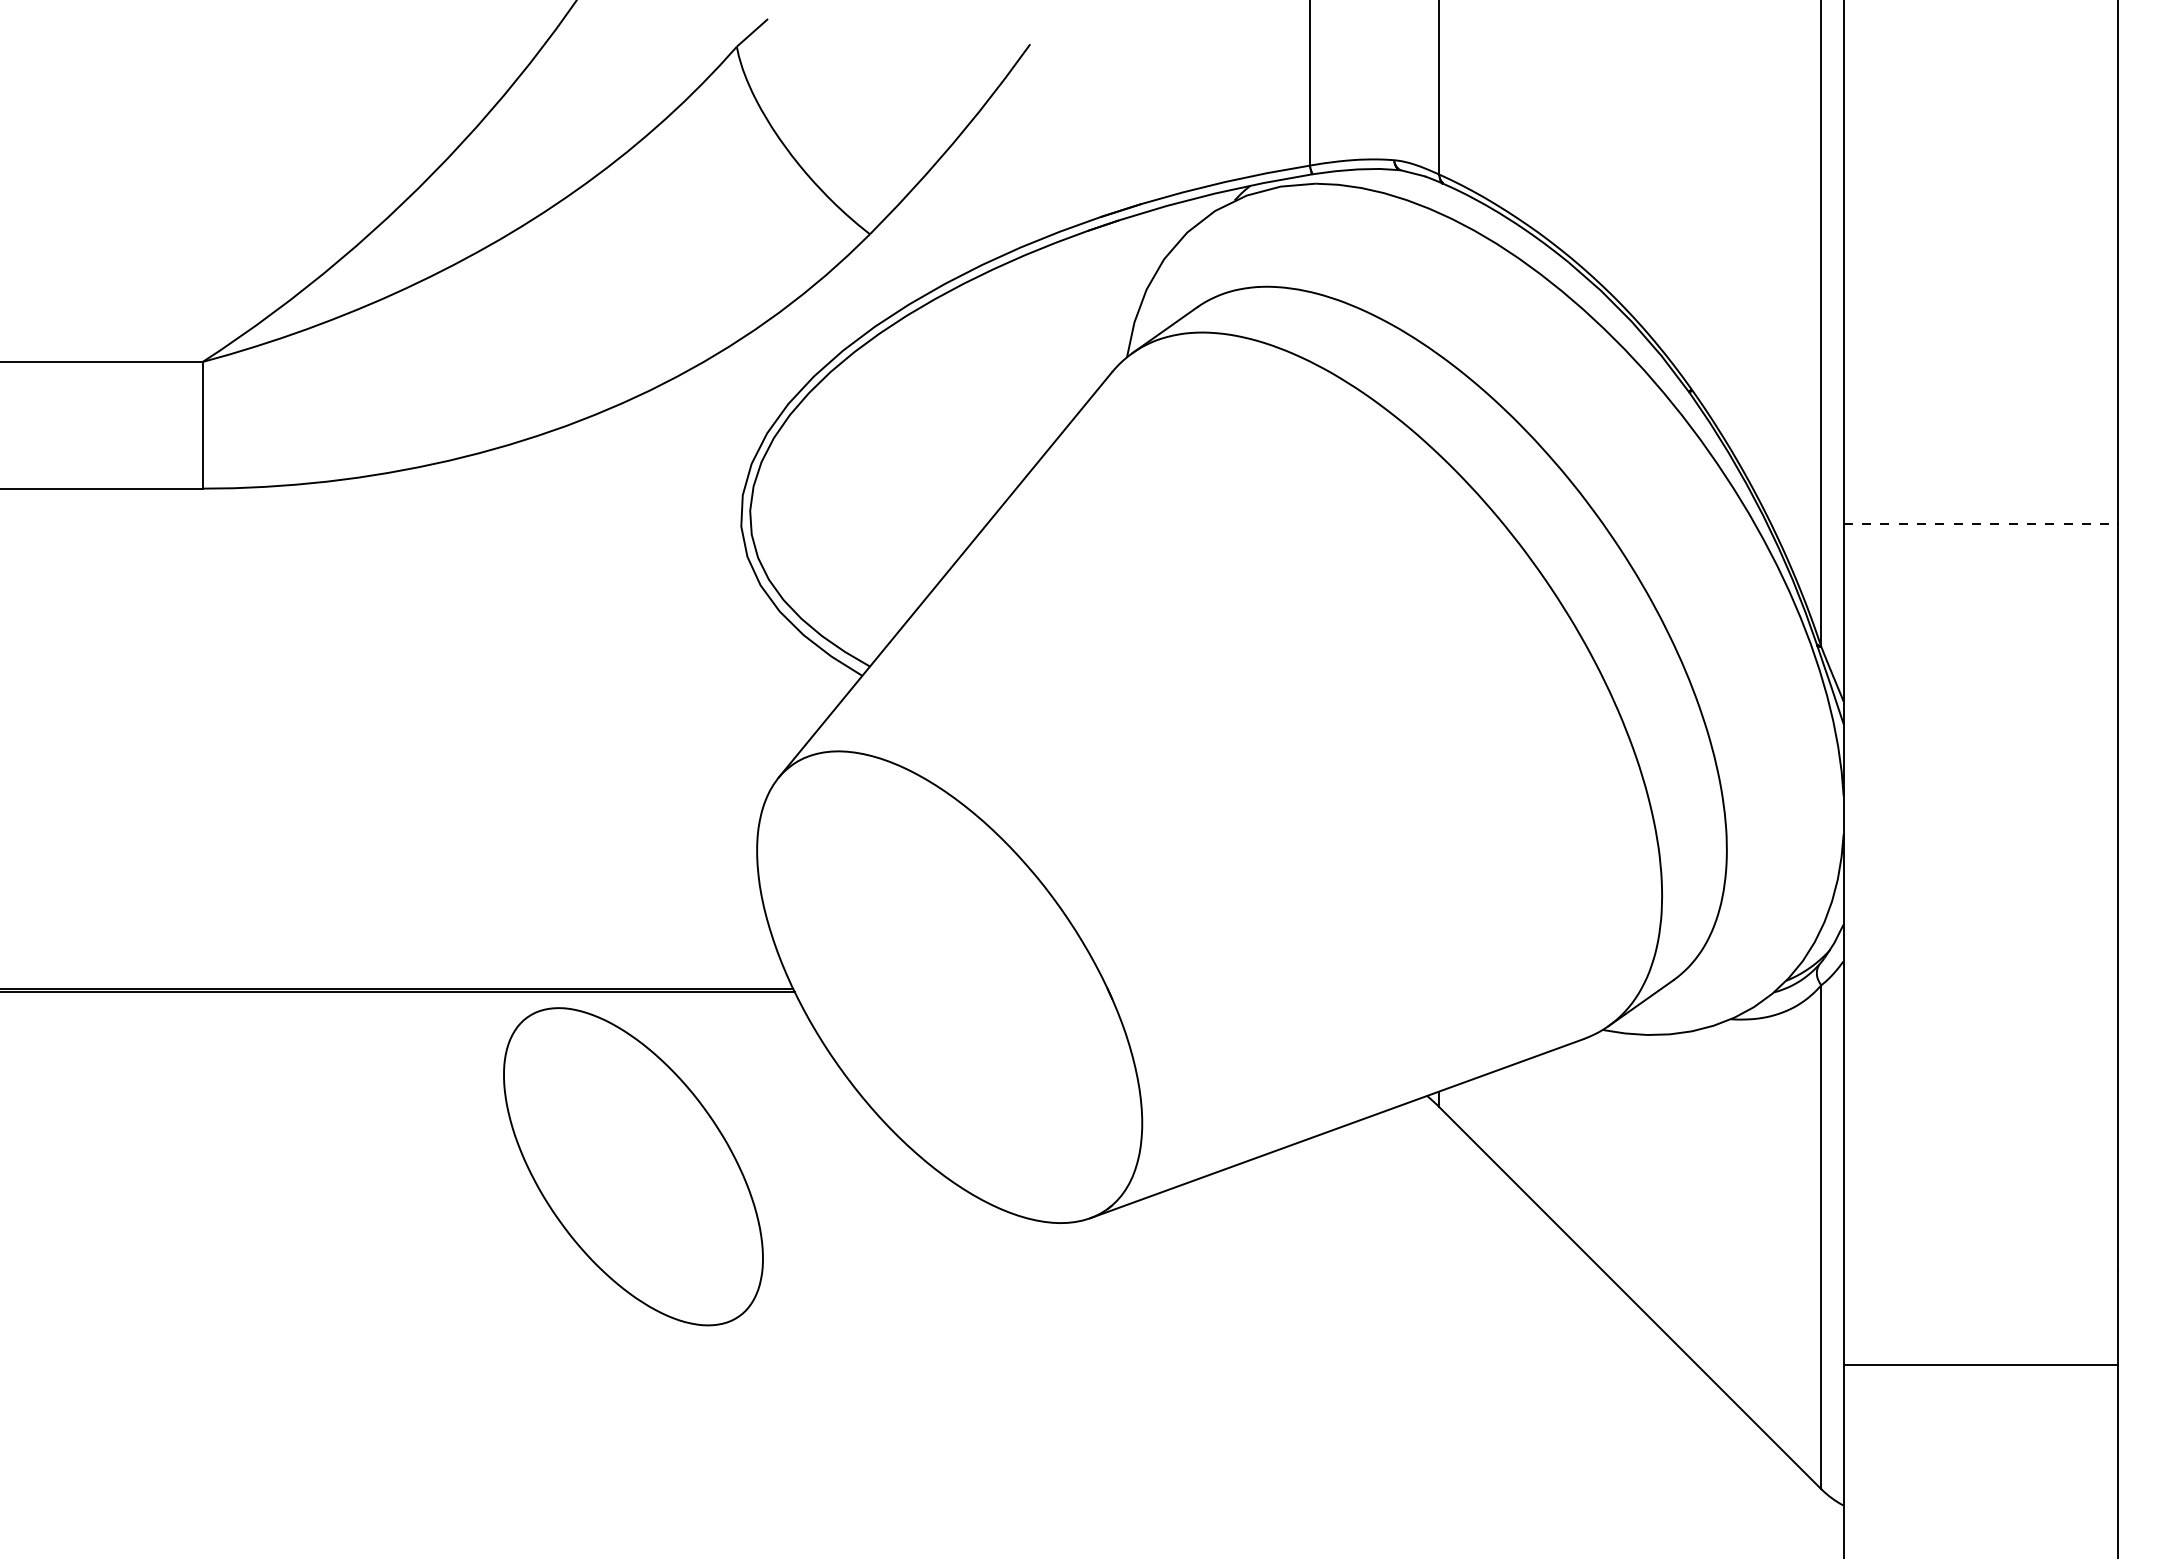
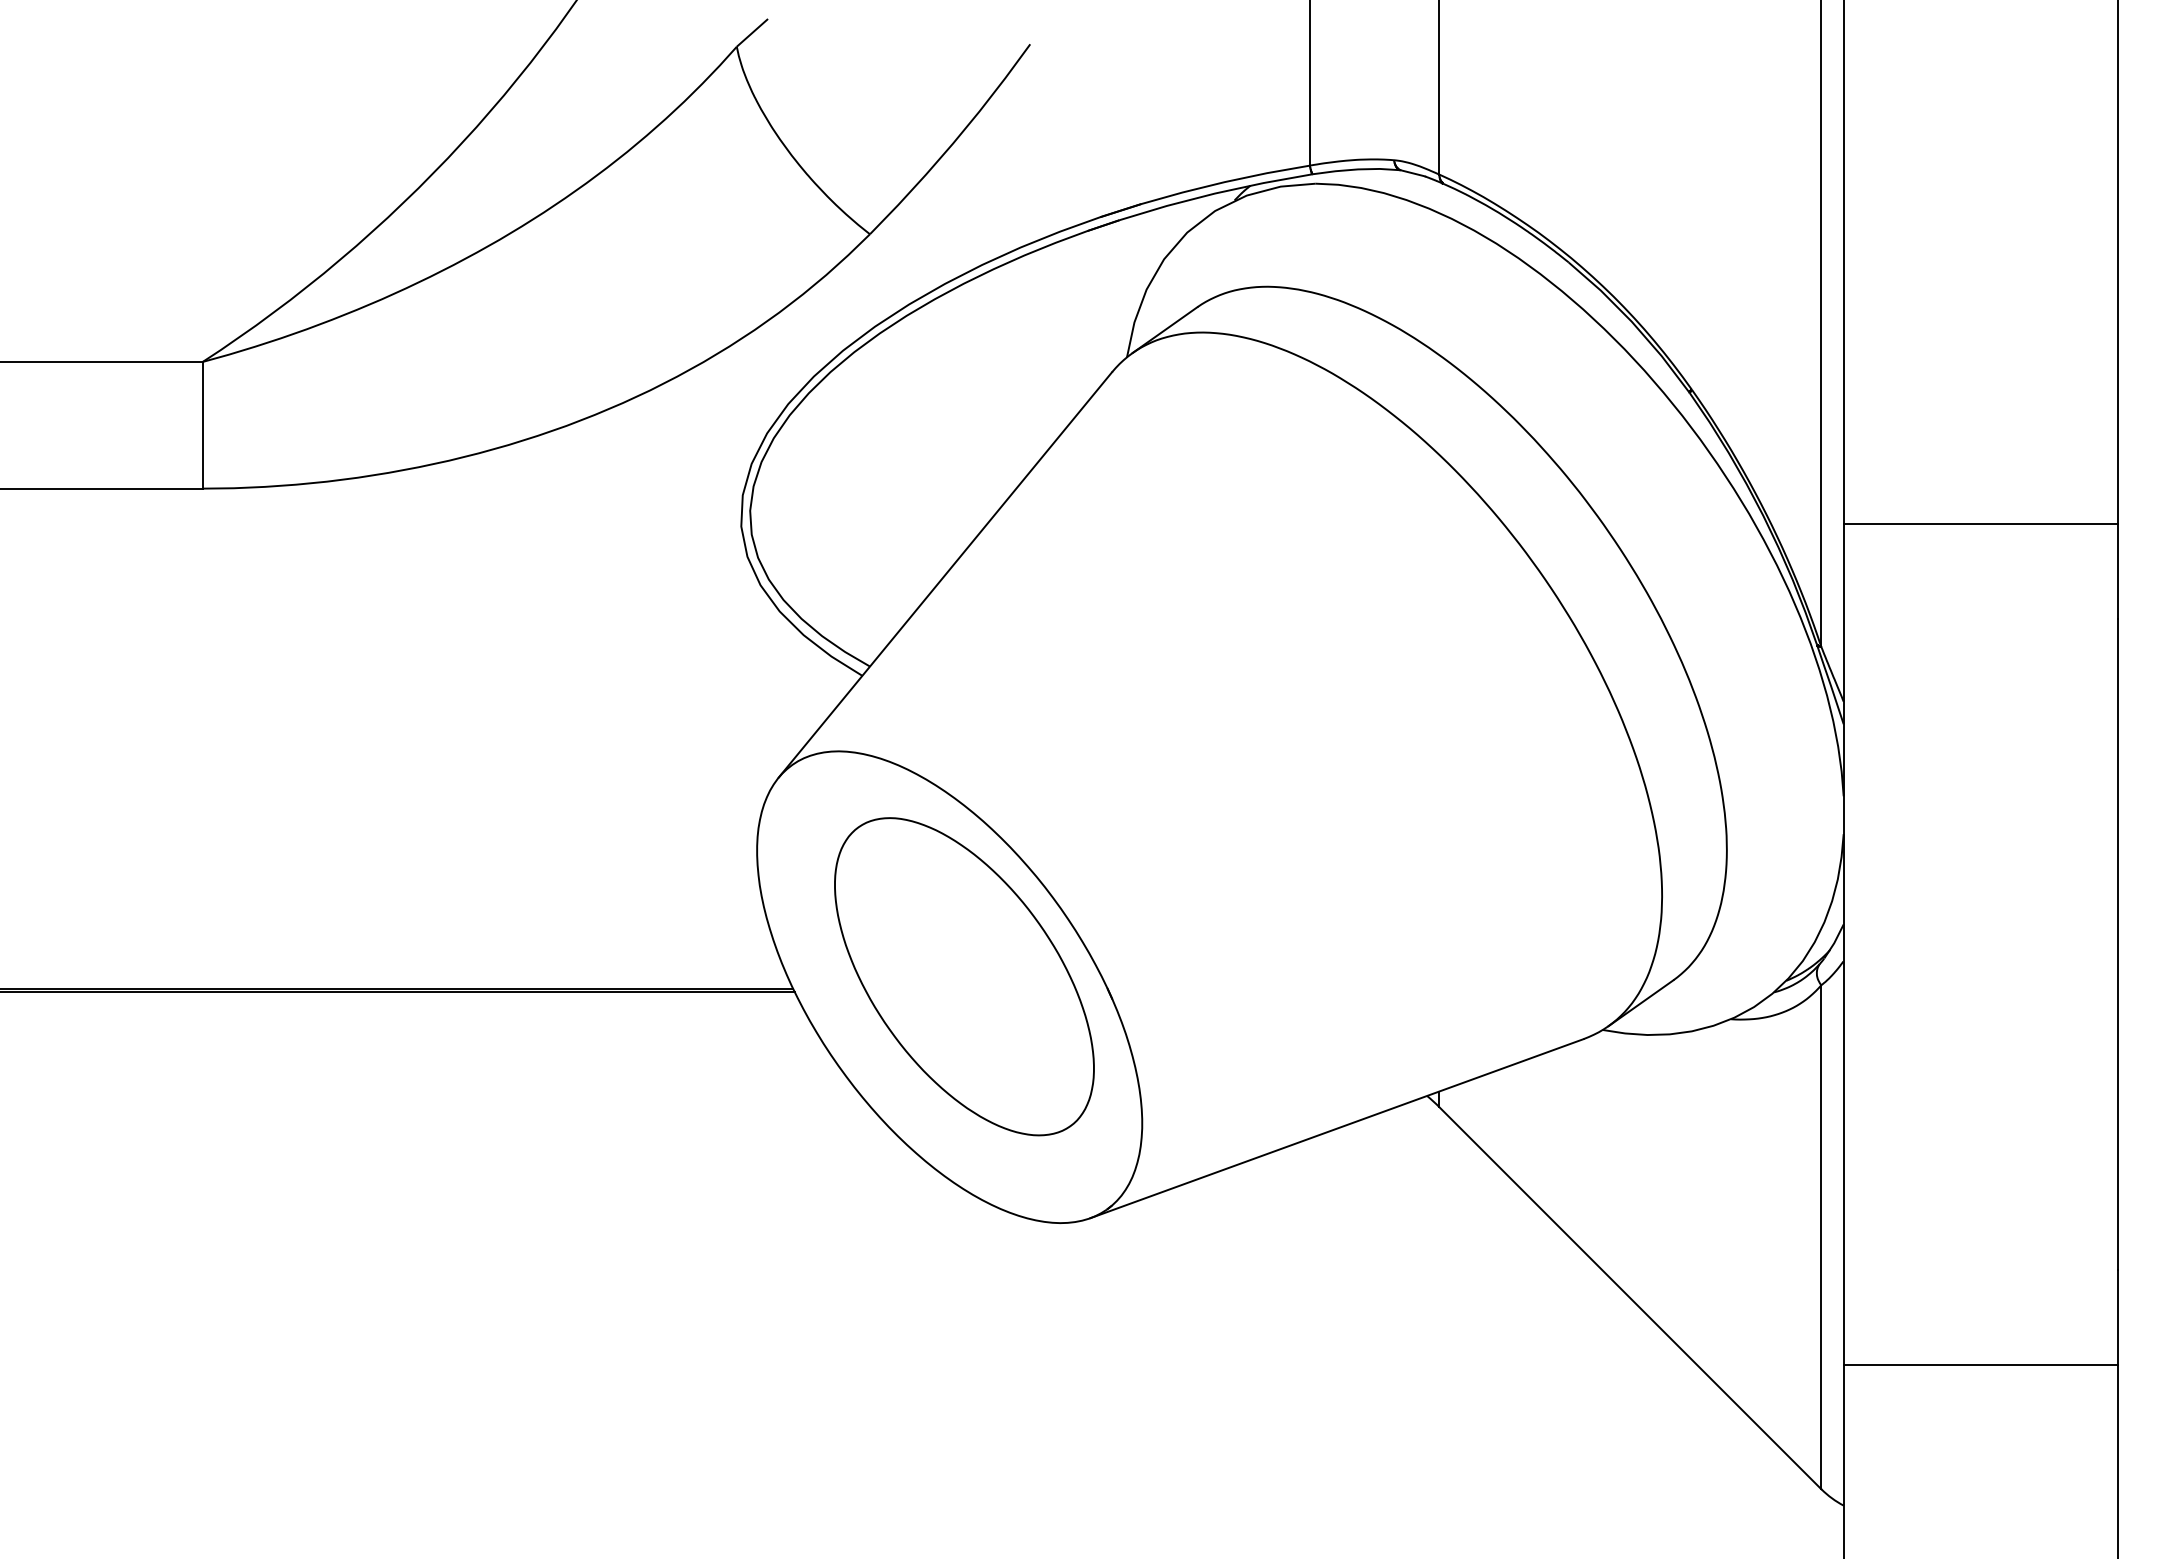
line at (1981, 523): dashed -> solid
part at (633, 1166) position: (633, 1166) -> (964, 976)
